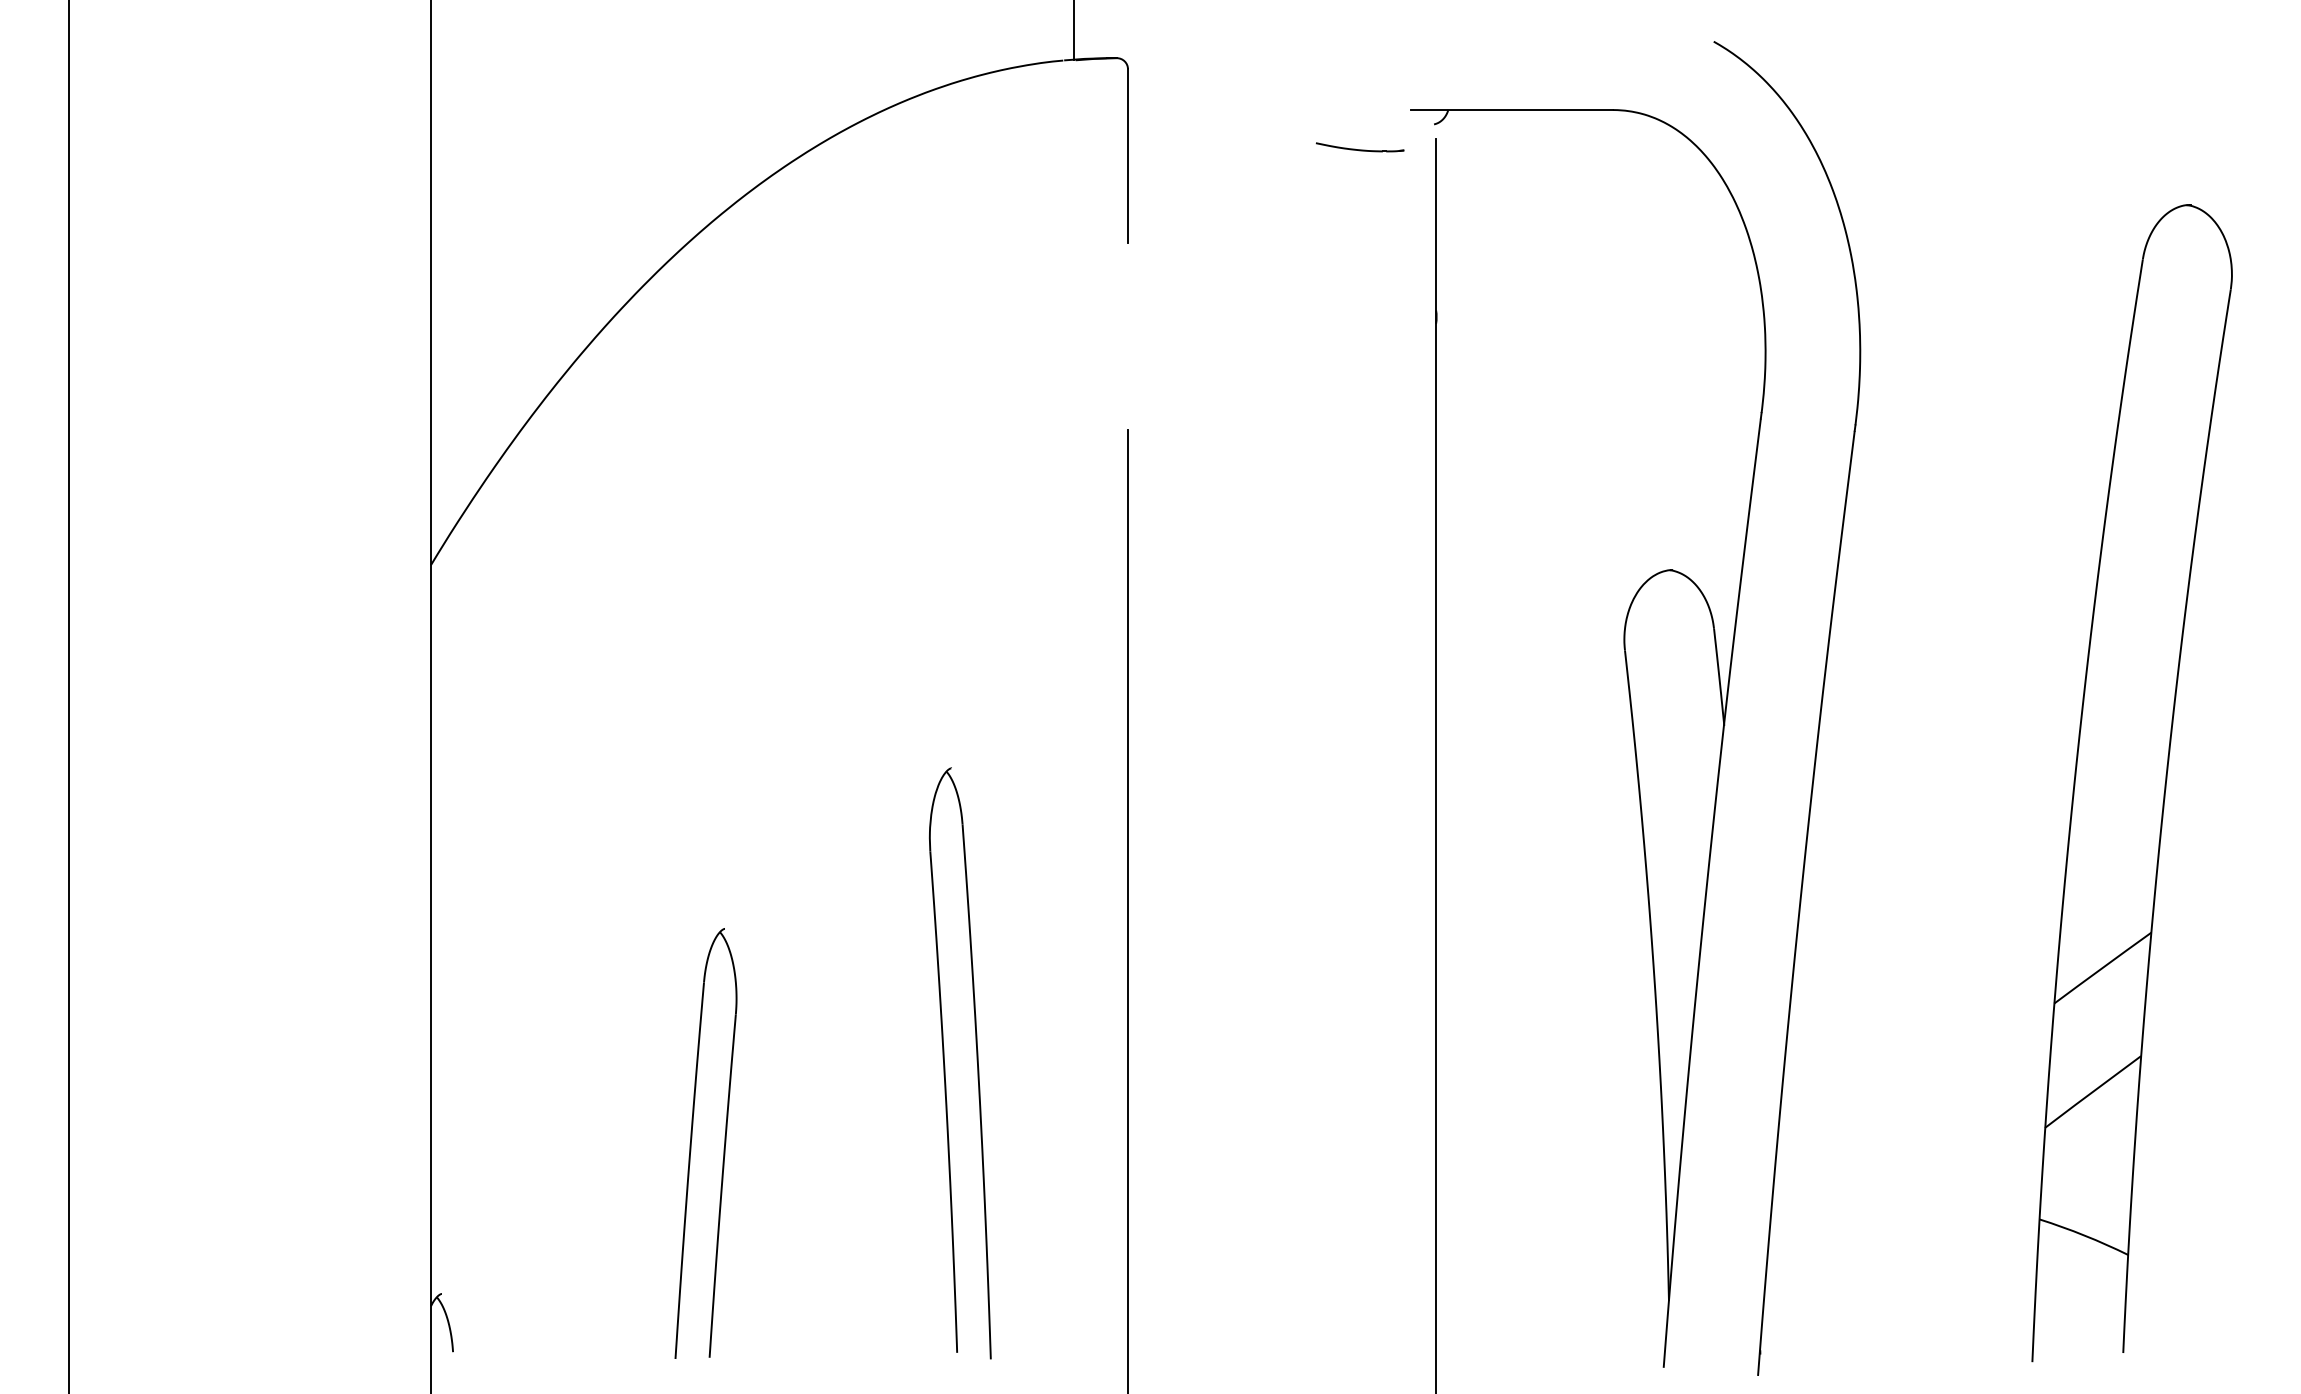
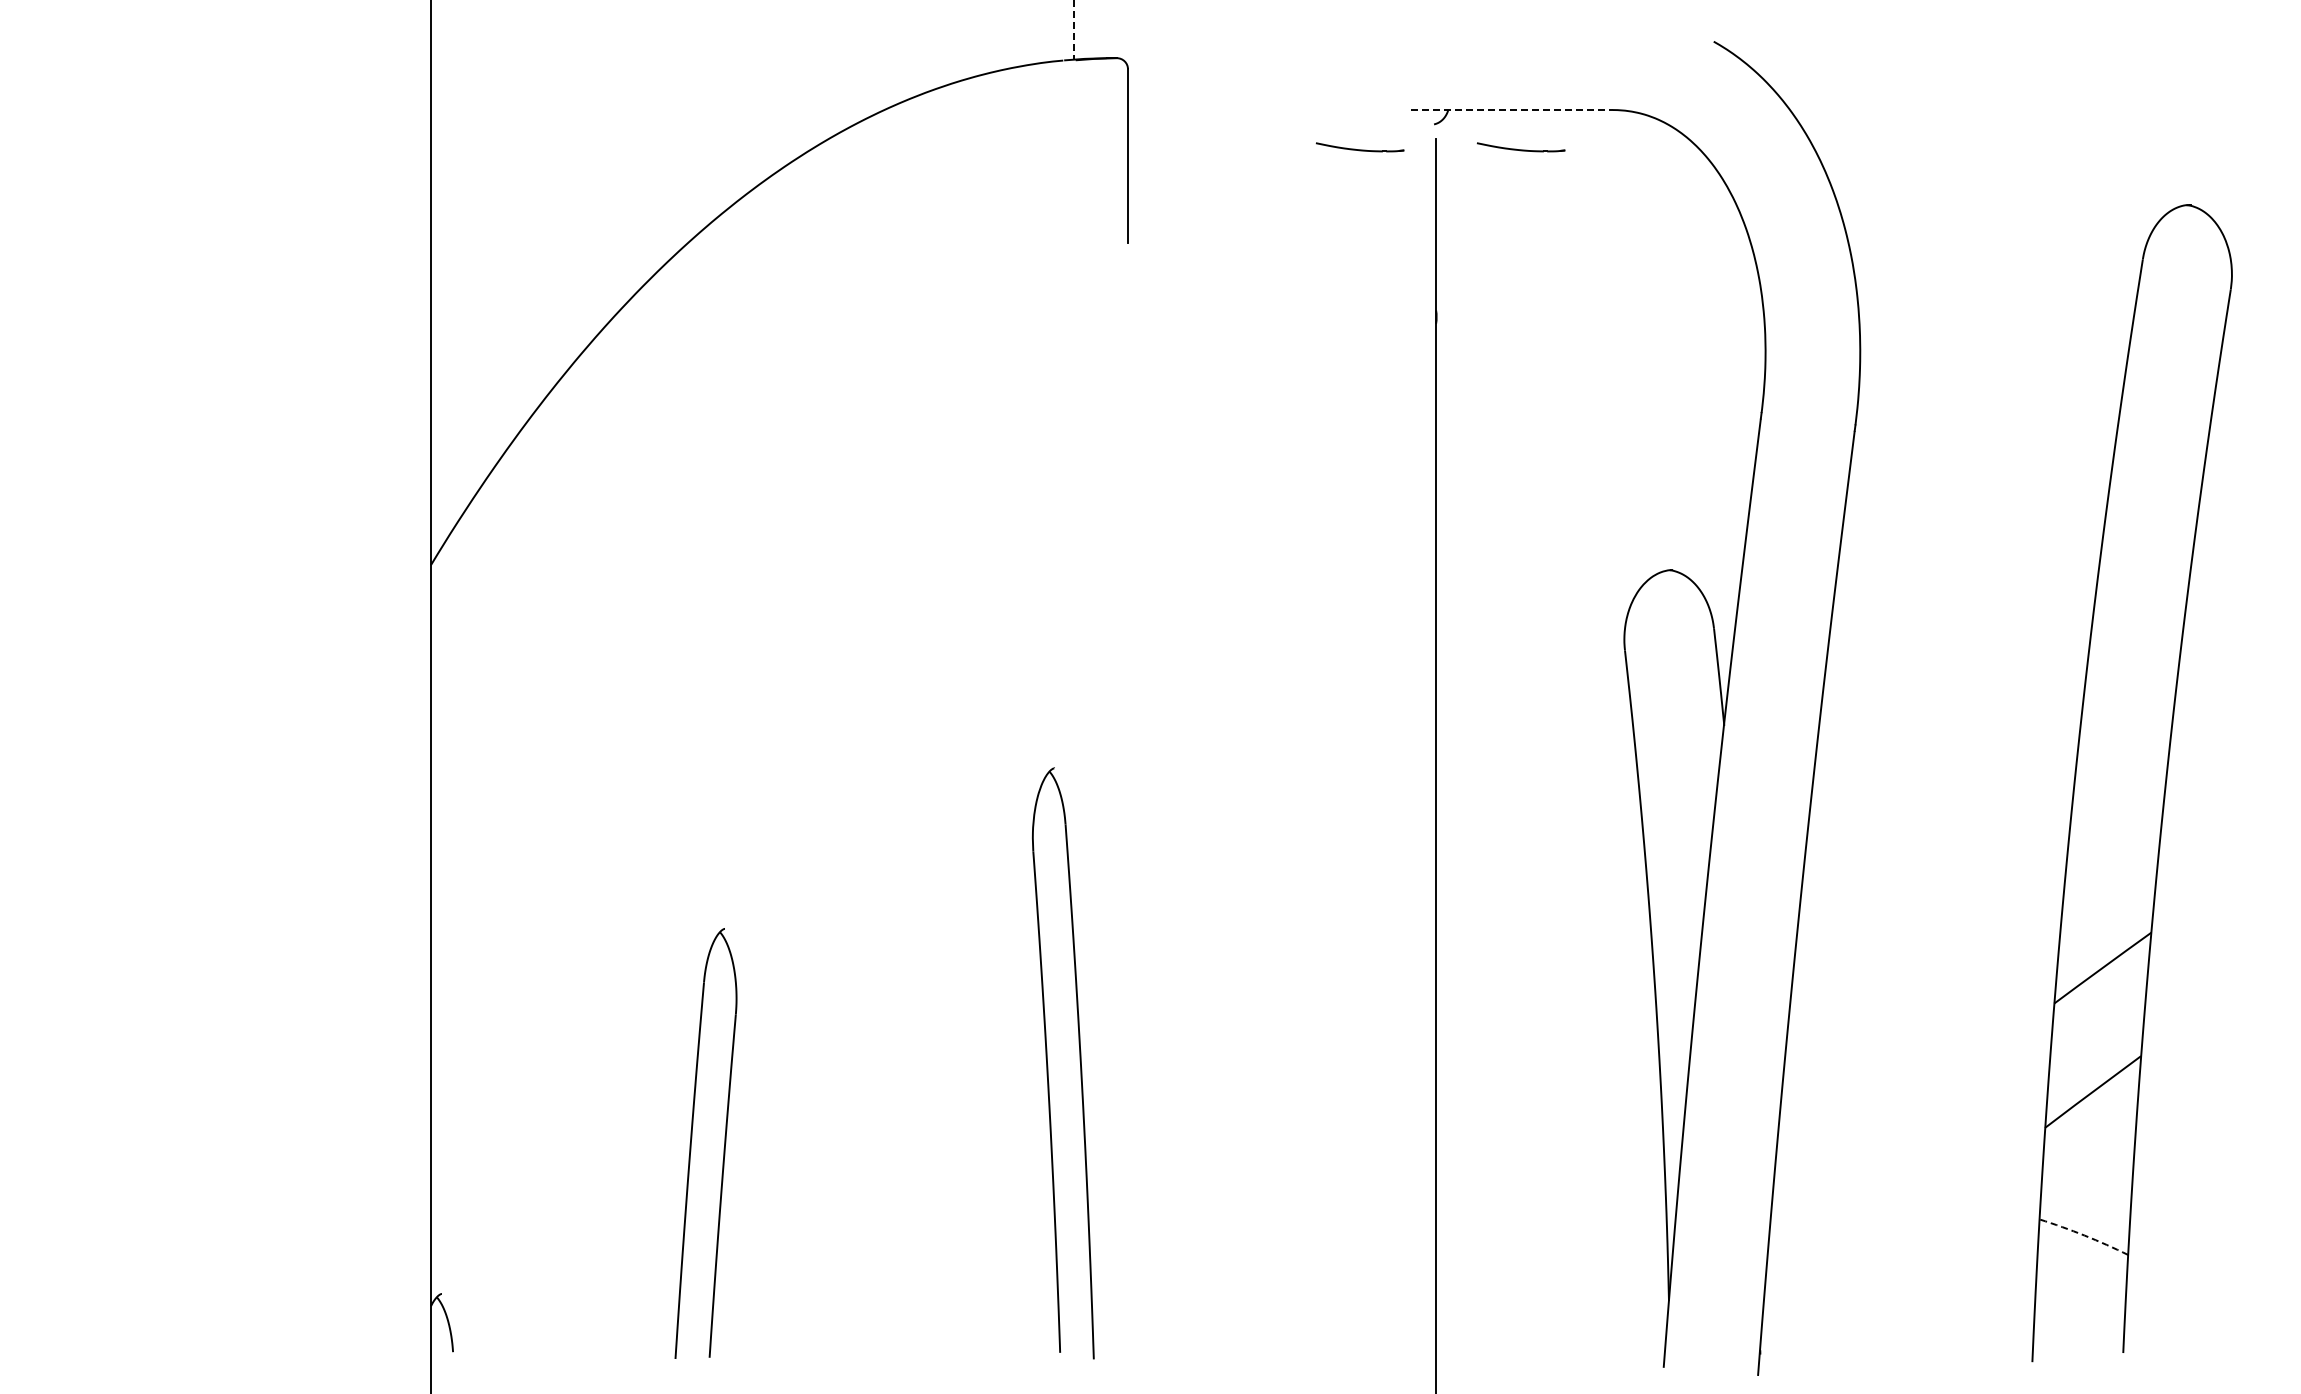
line at (1074, 30): solid -> dashed
line at (1511, 110): solid -> dashed
part at (1521, 147): none -> present
line at (69, 696): present -> none
line at (1128, 910): present -> none
part at (945, 1065) position: (945, 1065) -> (1048, 1065)
arc at (2084, 1235): solid -> dashed
